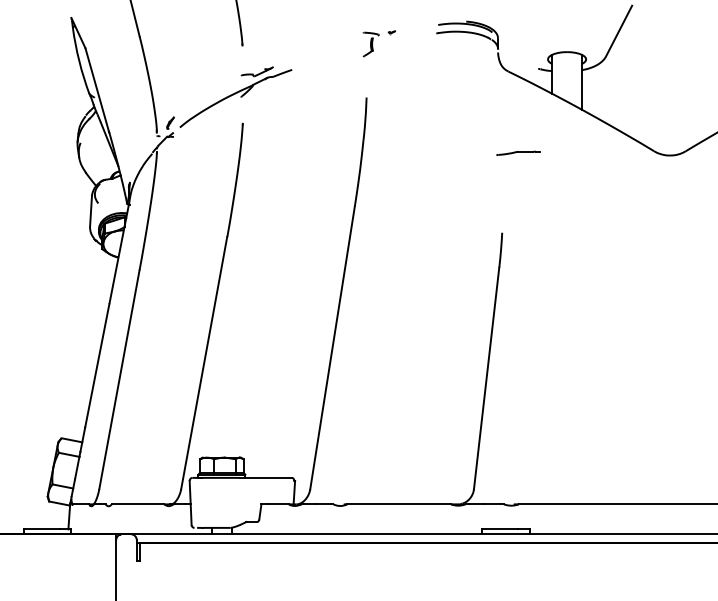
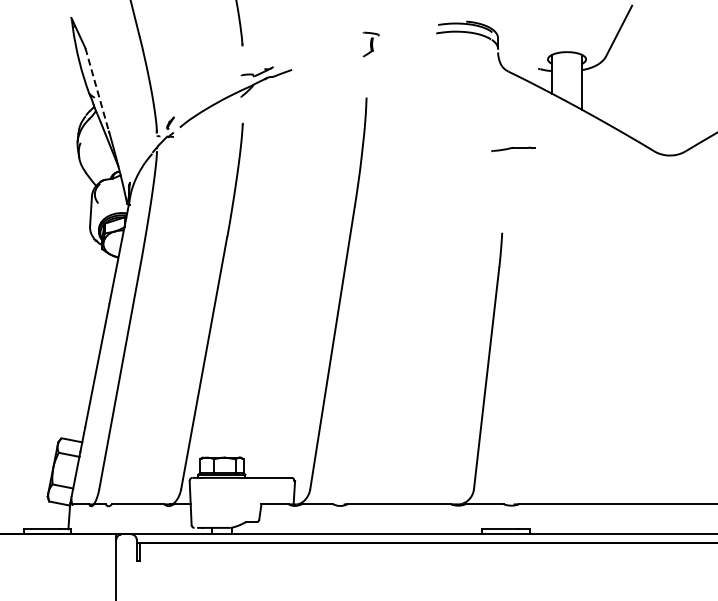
part at (391, 32): present -> none
line at (97, 90): solid -> dashed
part at (518, 152) position: (518, 152) -> (513, 148)
